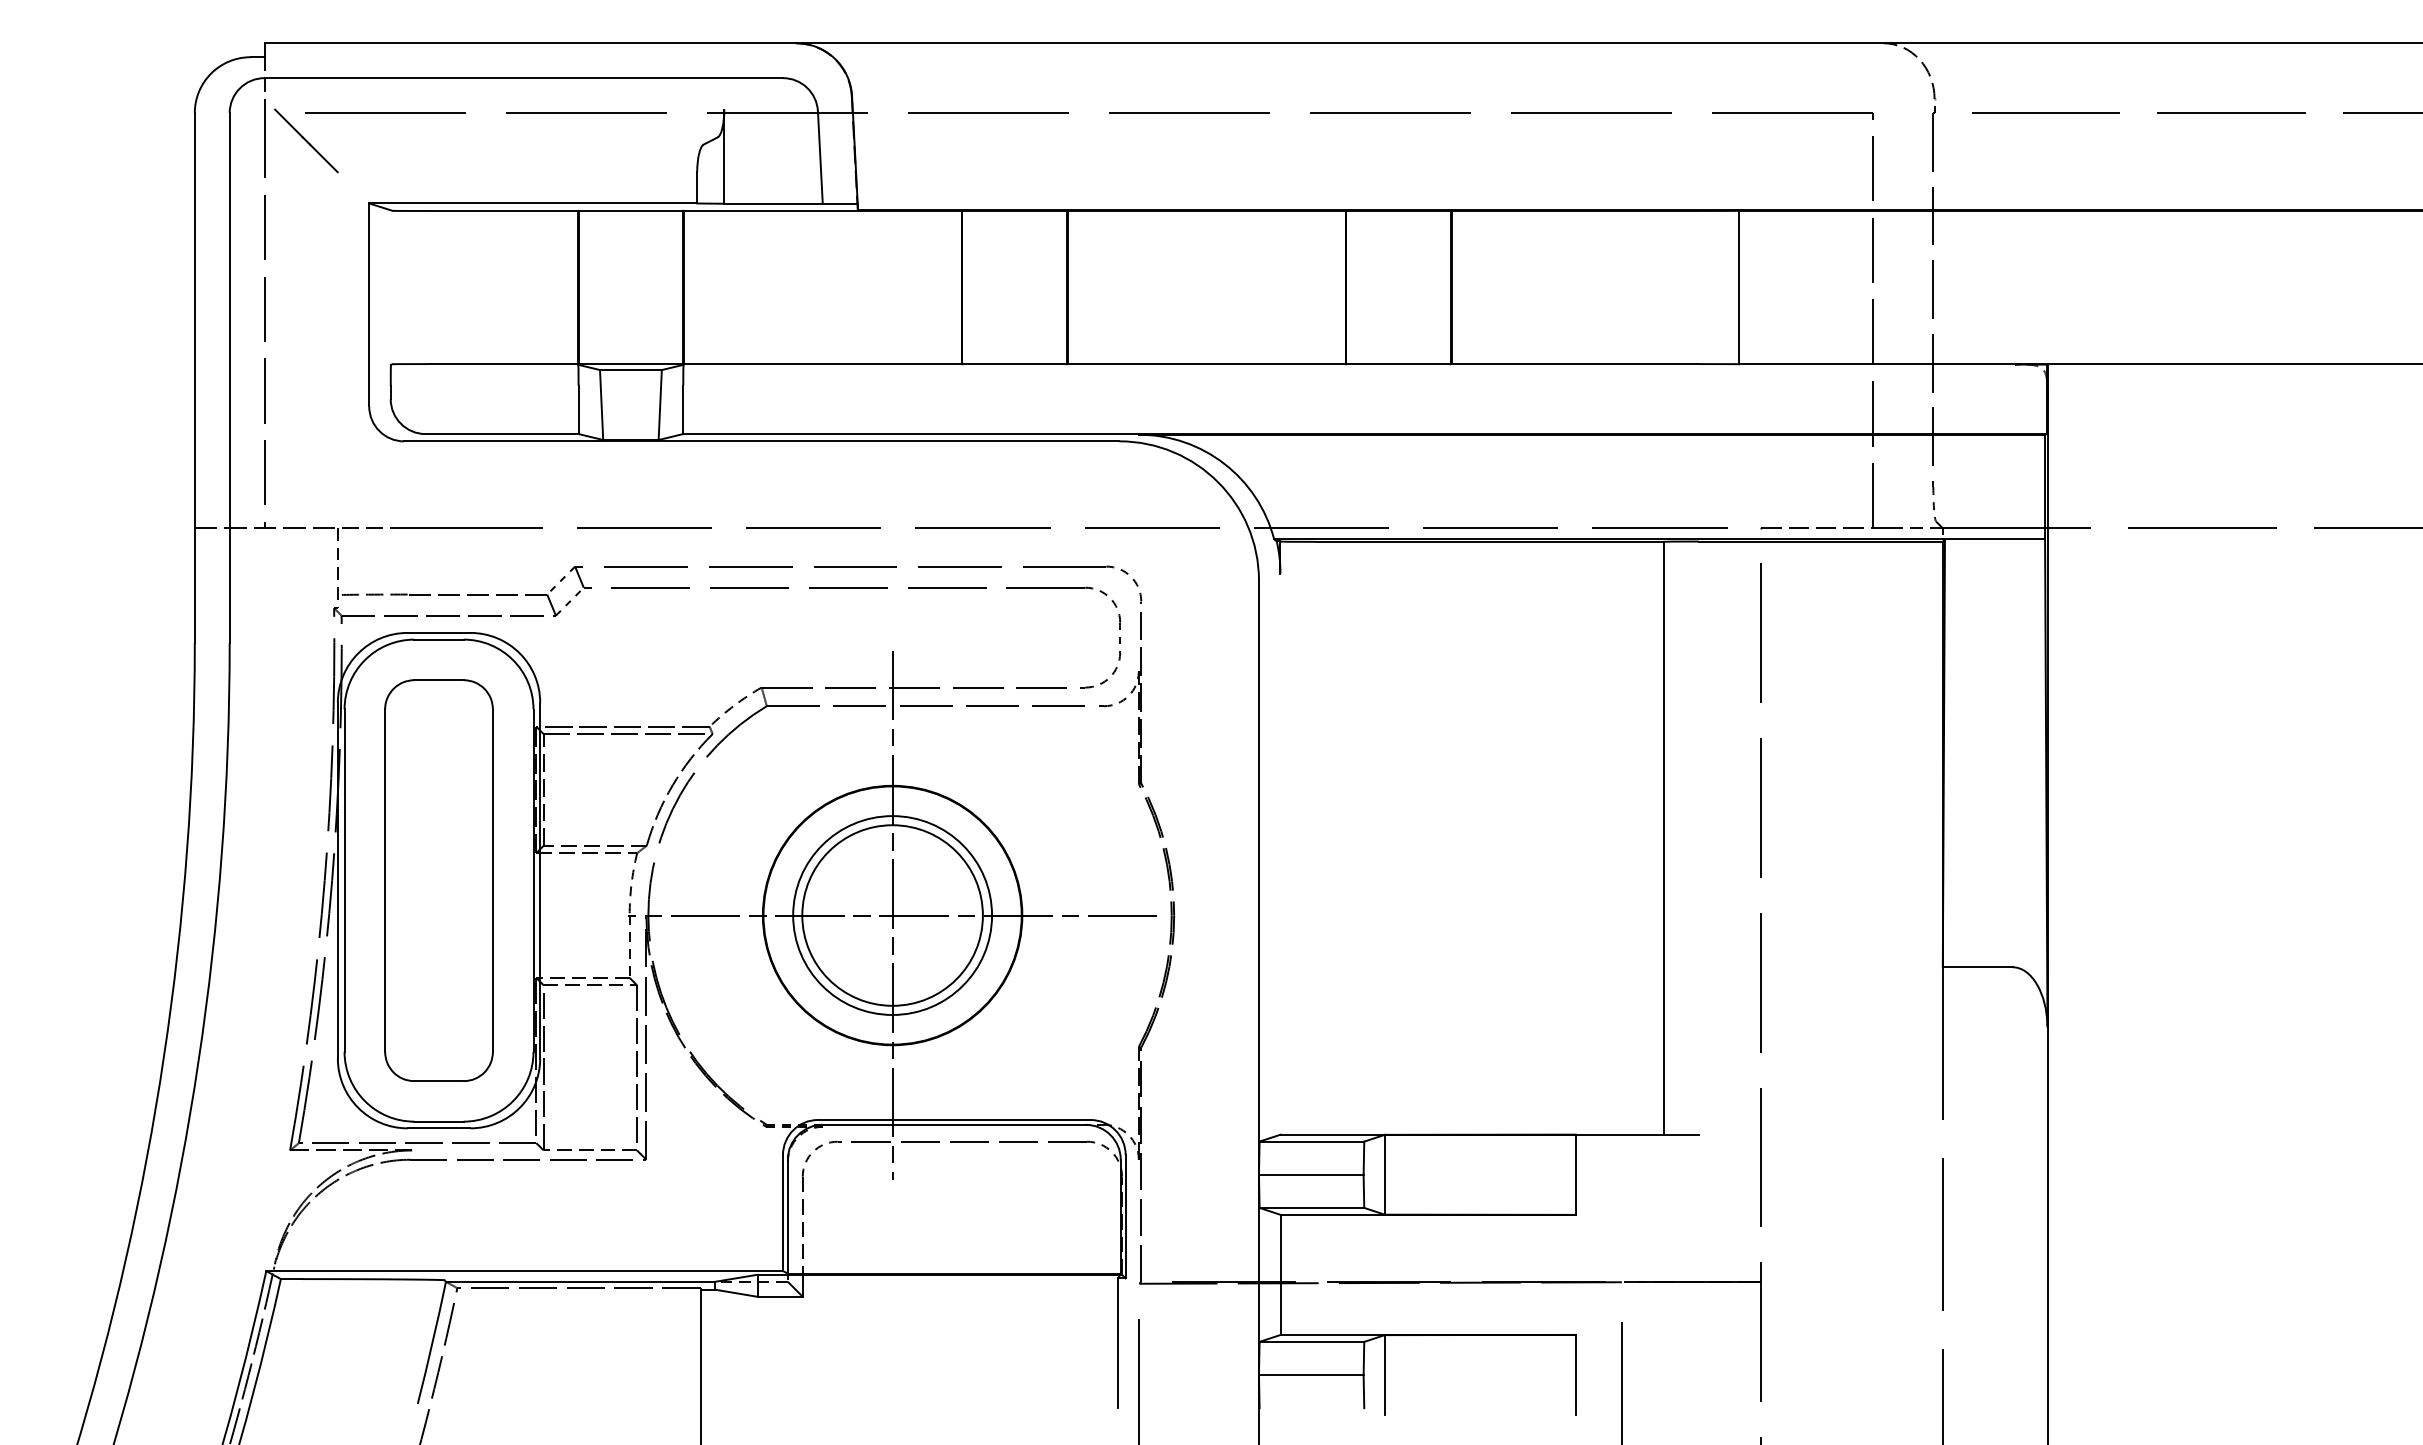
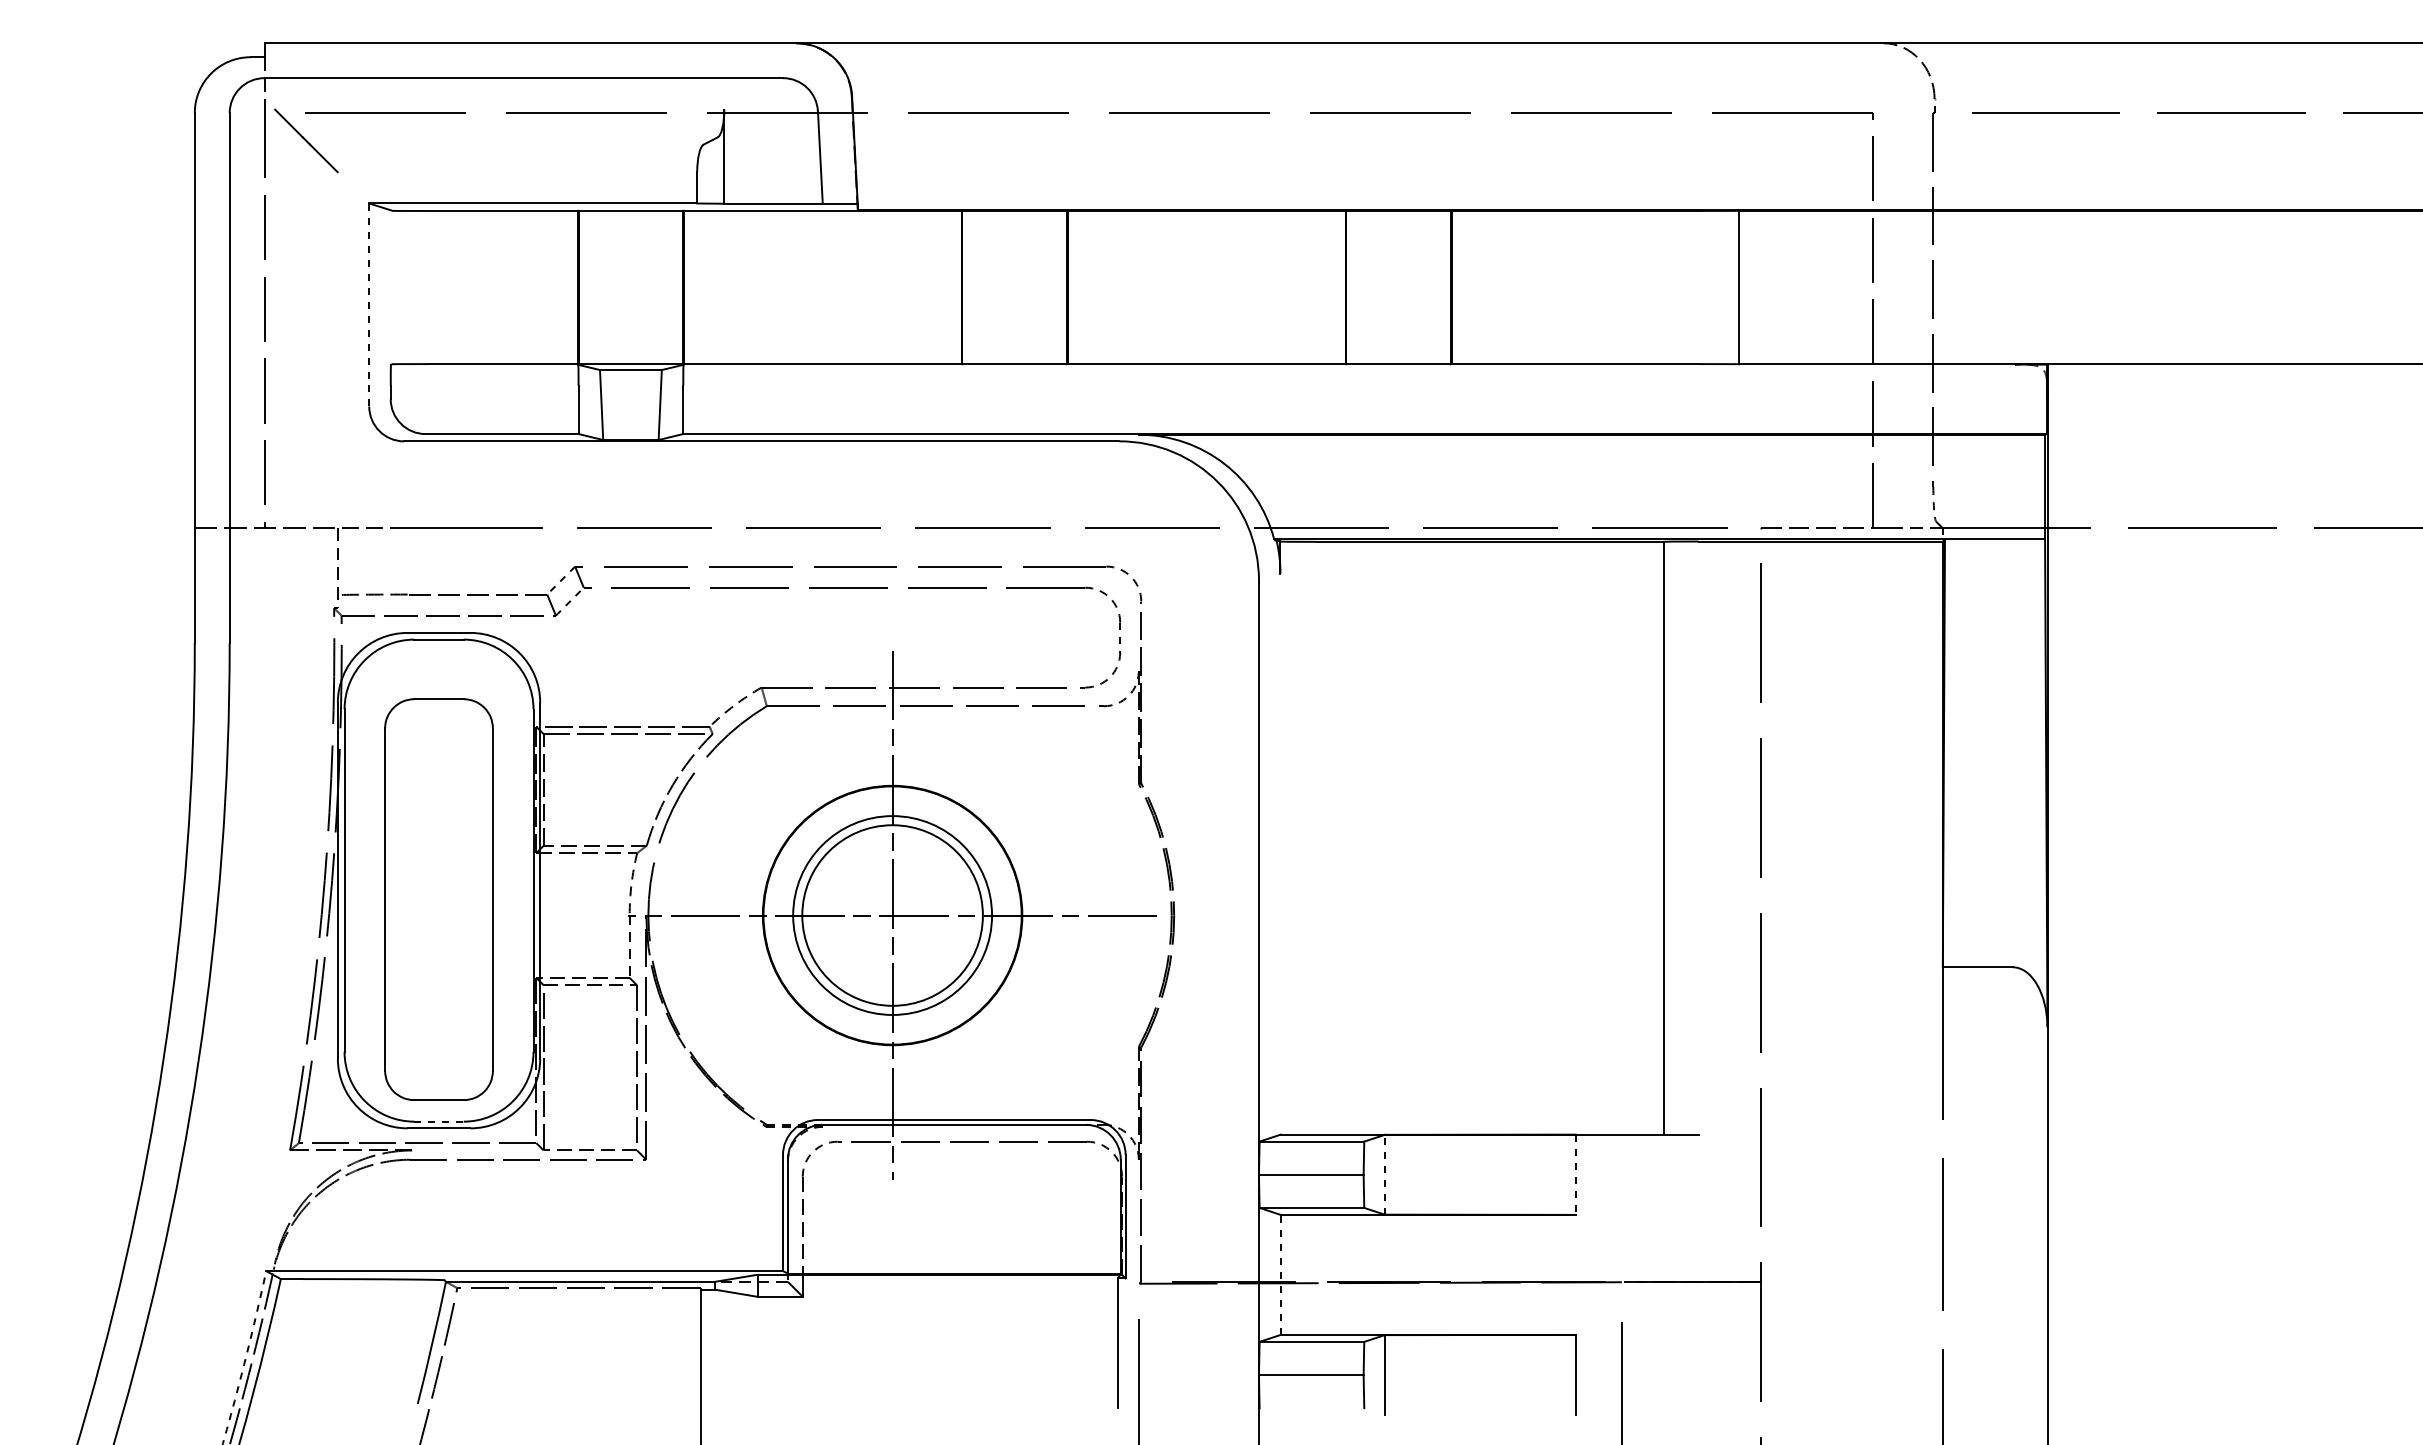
line at (369, 304): solid -> dashed
part at (438, 880) position: (438, 880) -> (438, 899)
line at (439, 1121): solid -> dashed
line at (1384, 1174): solid -> dashed
line at (1575, 1175): solid -> dashed
line at (1280, 1274): solid -> dashed
arc at (245, 1358): solid -> dashed
